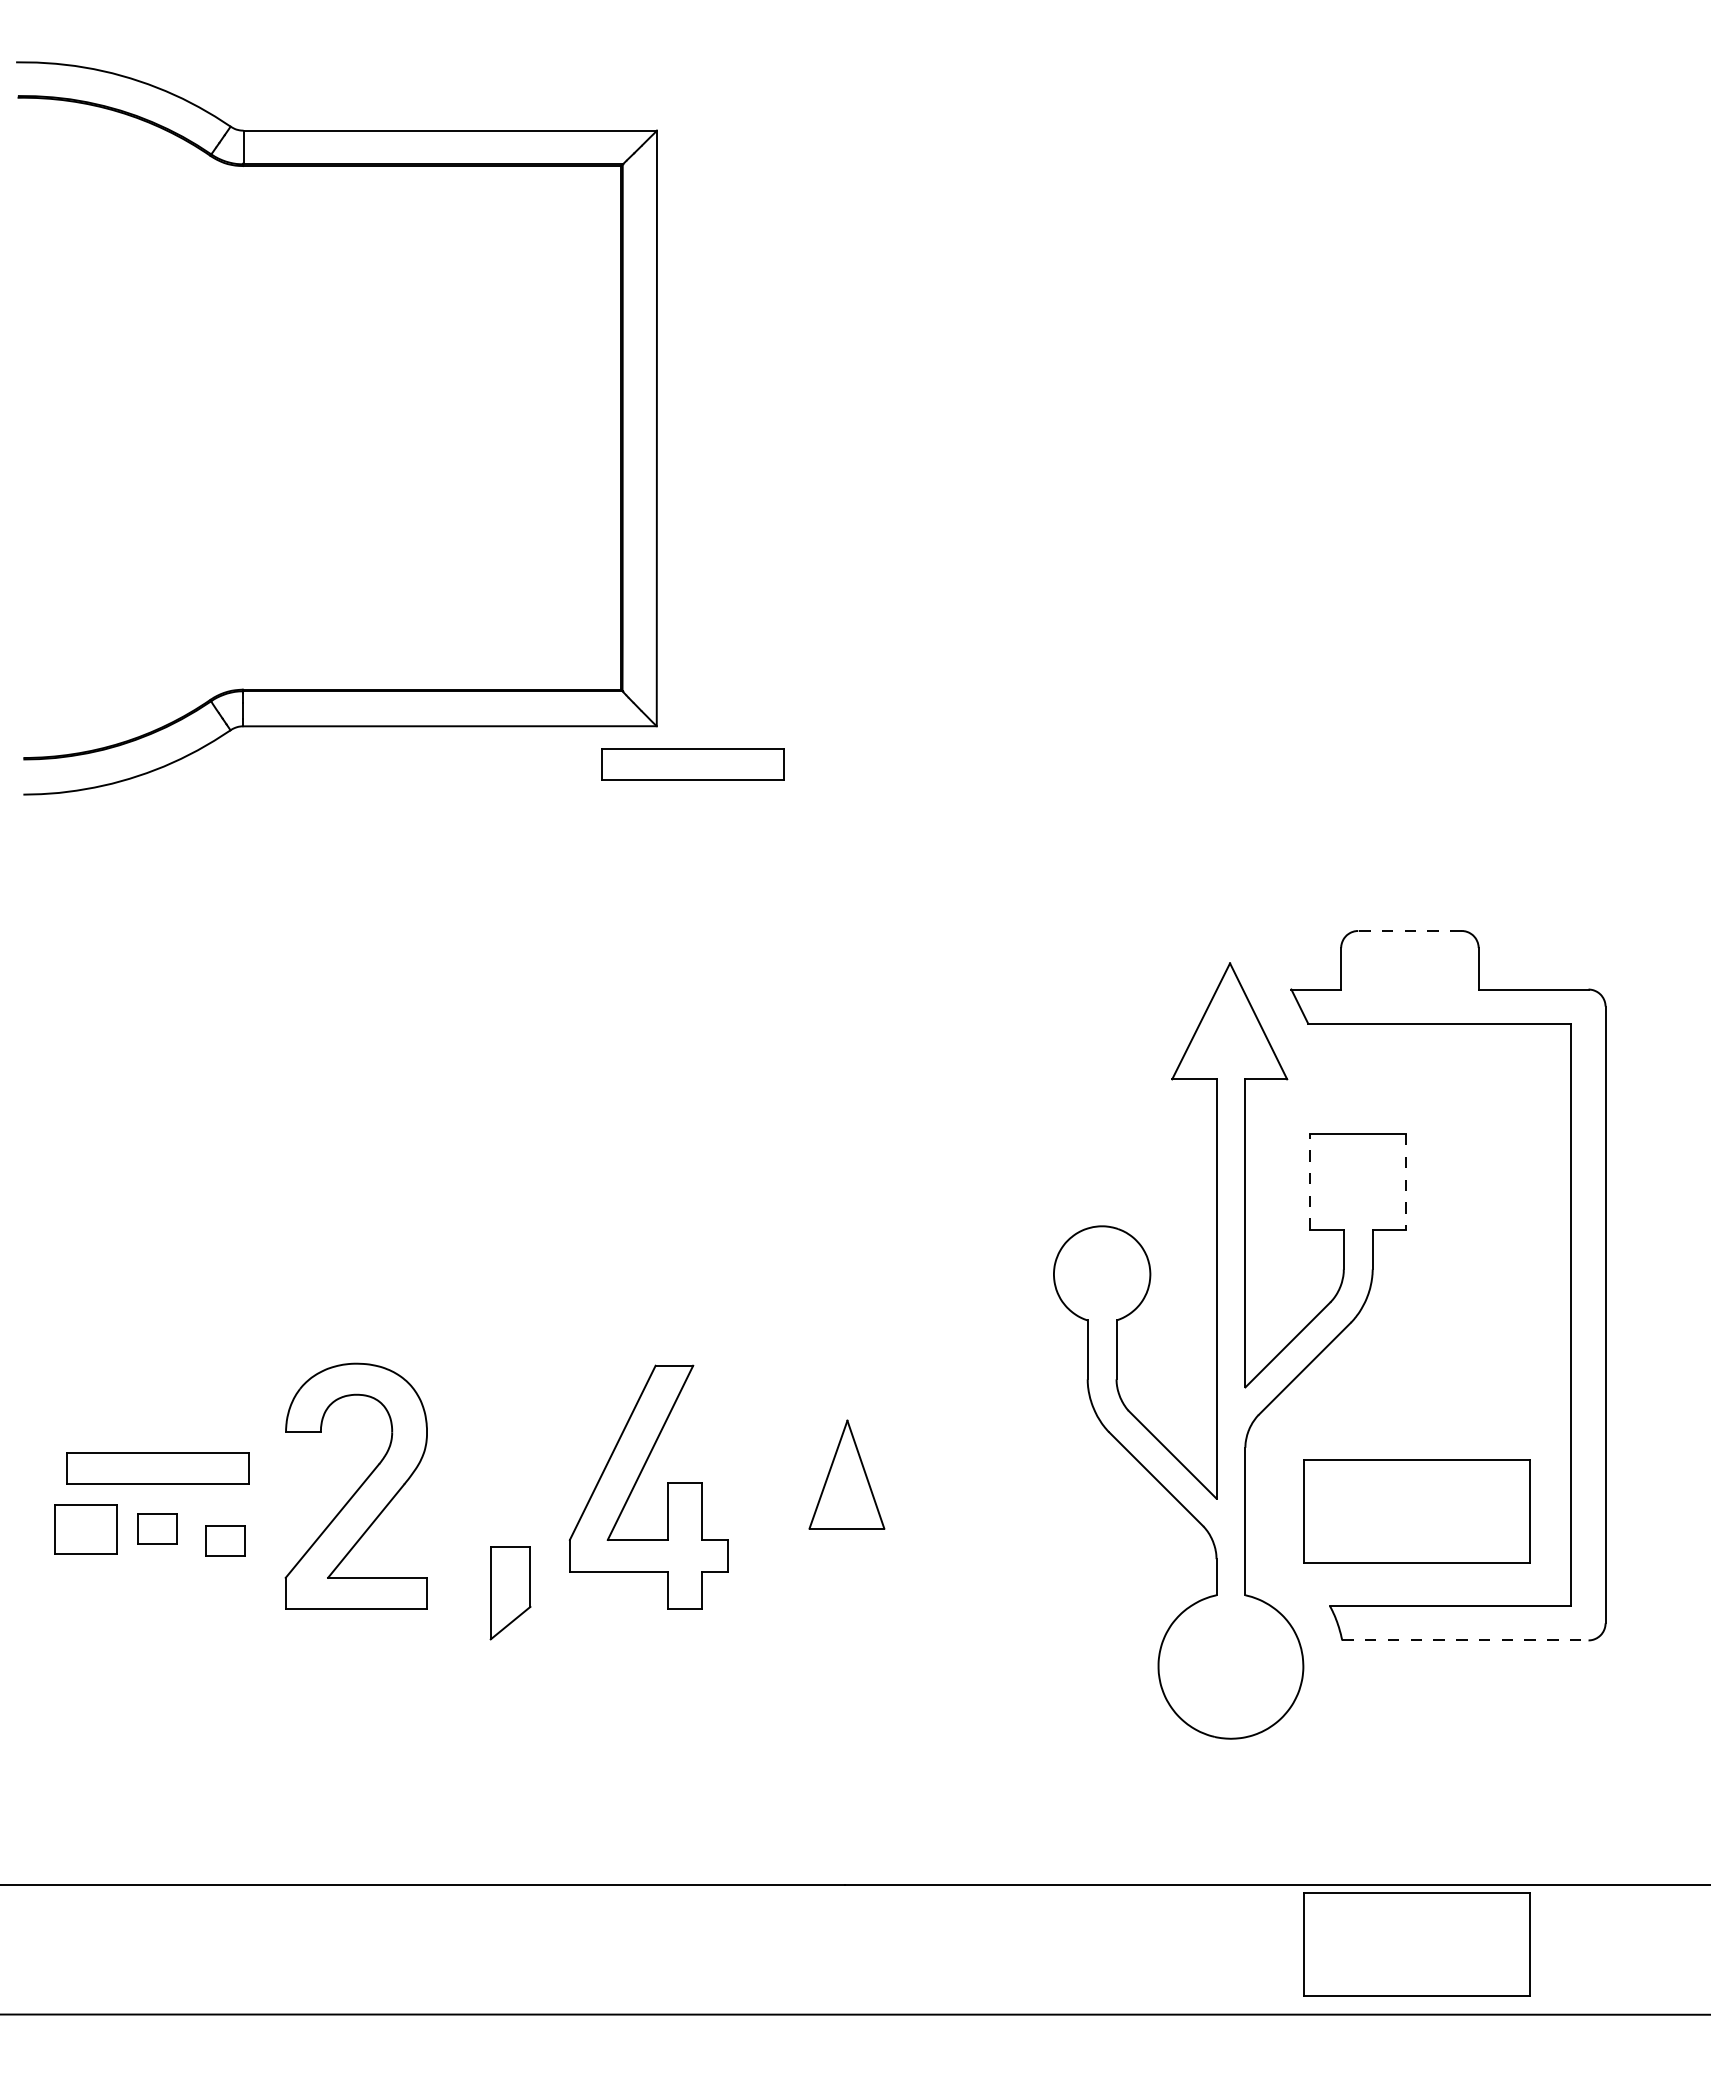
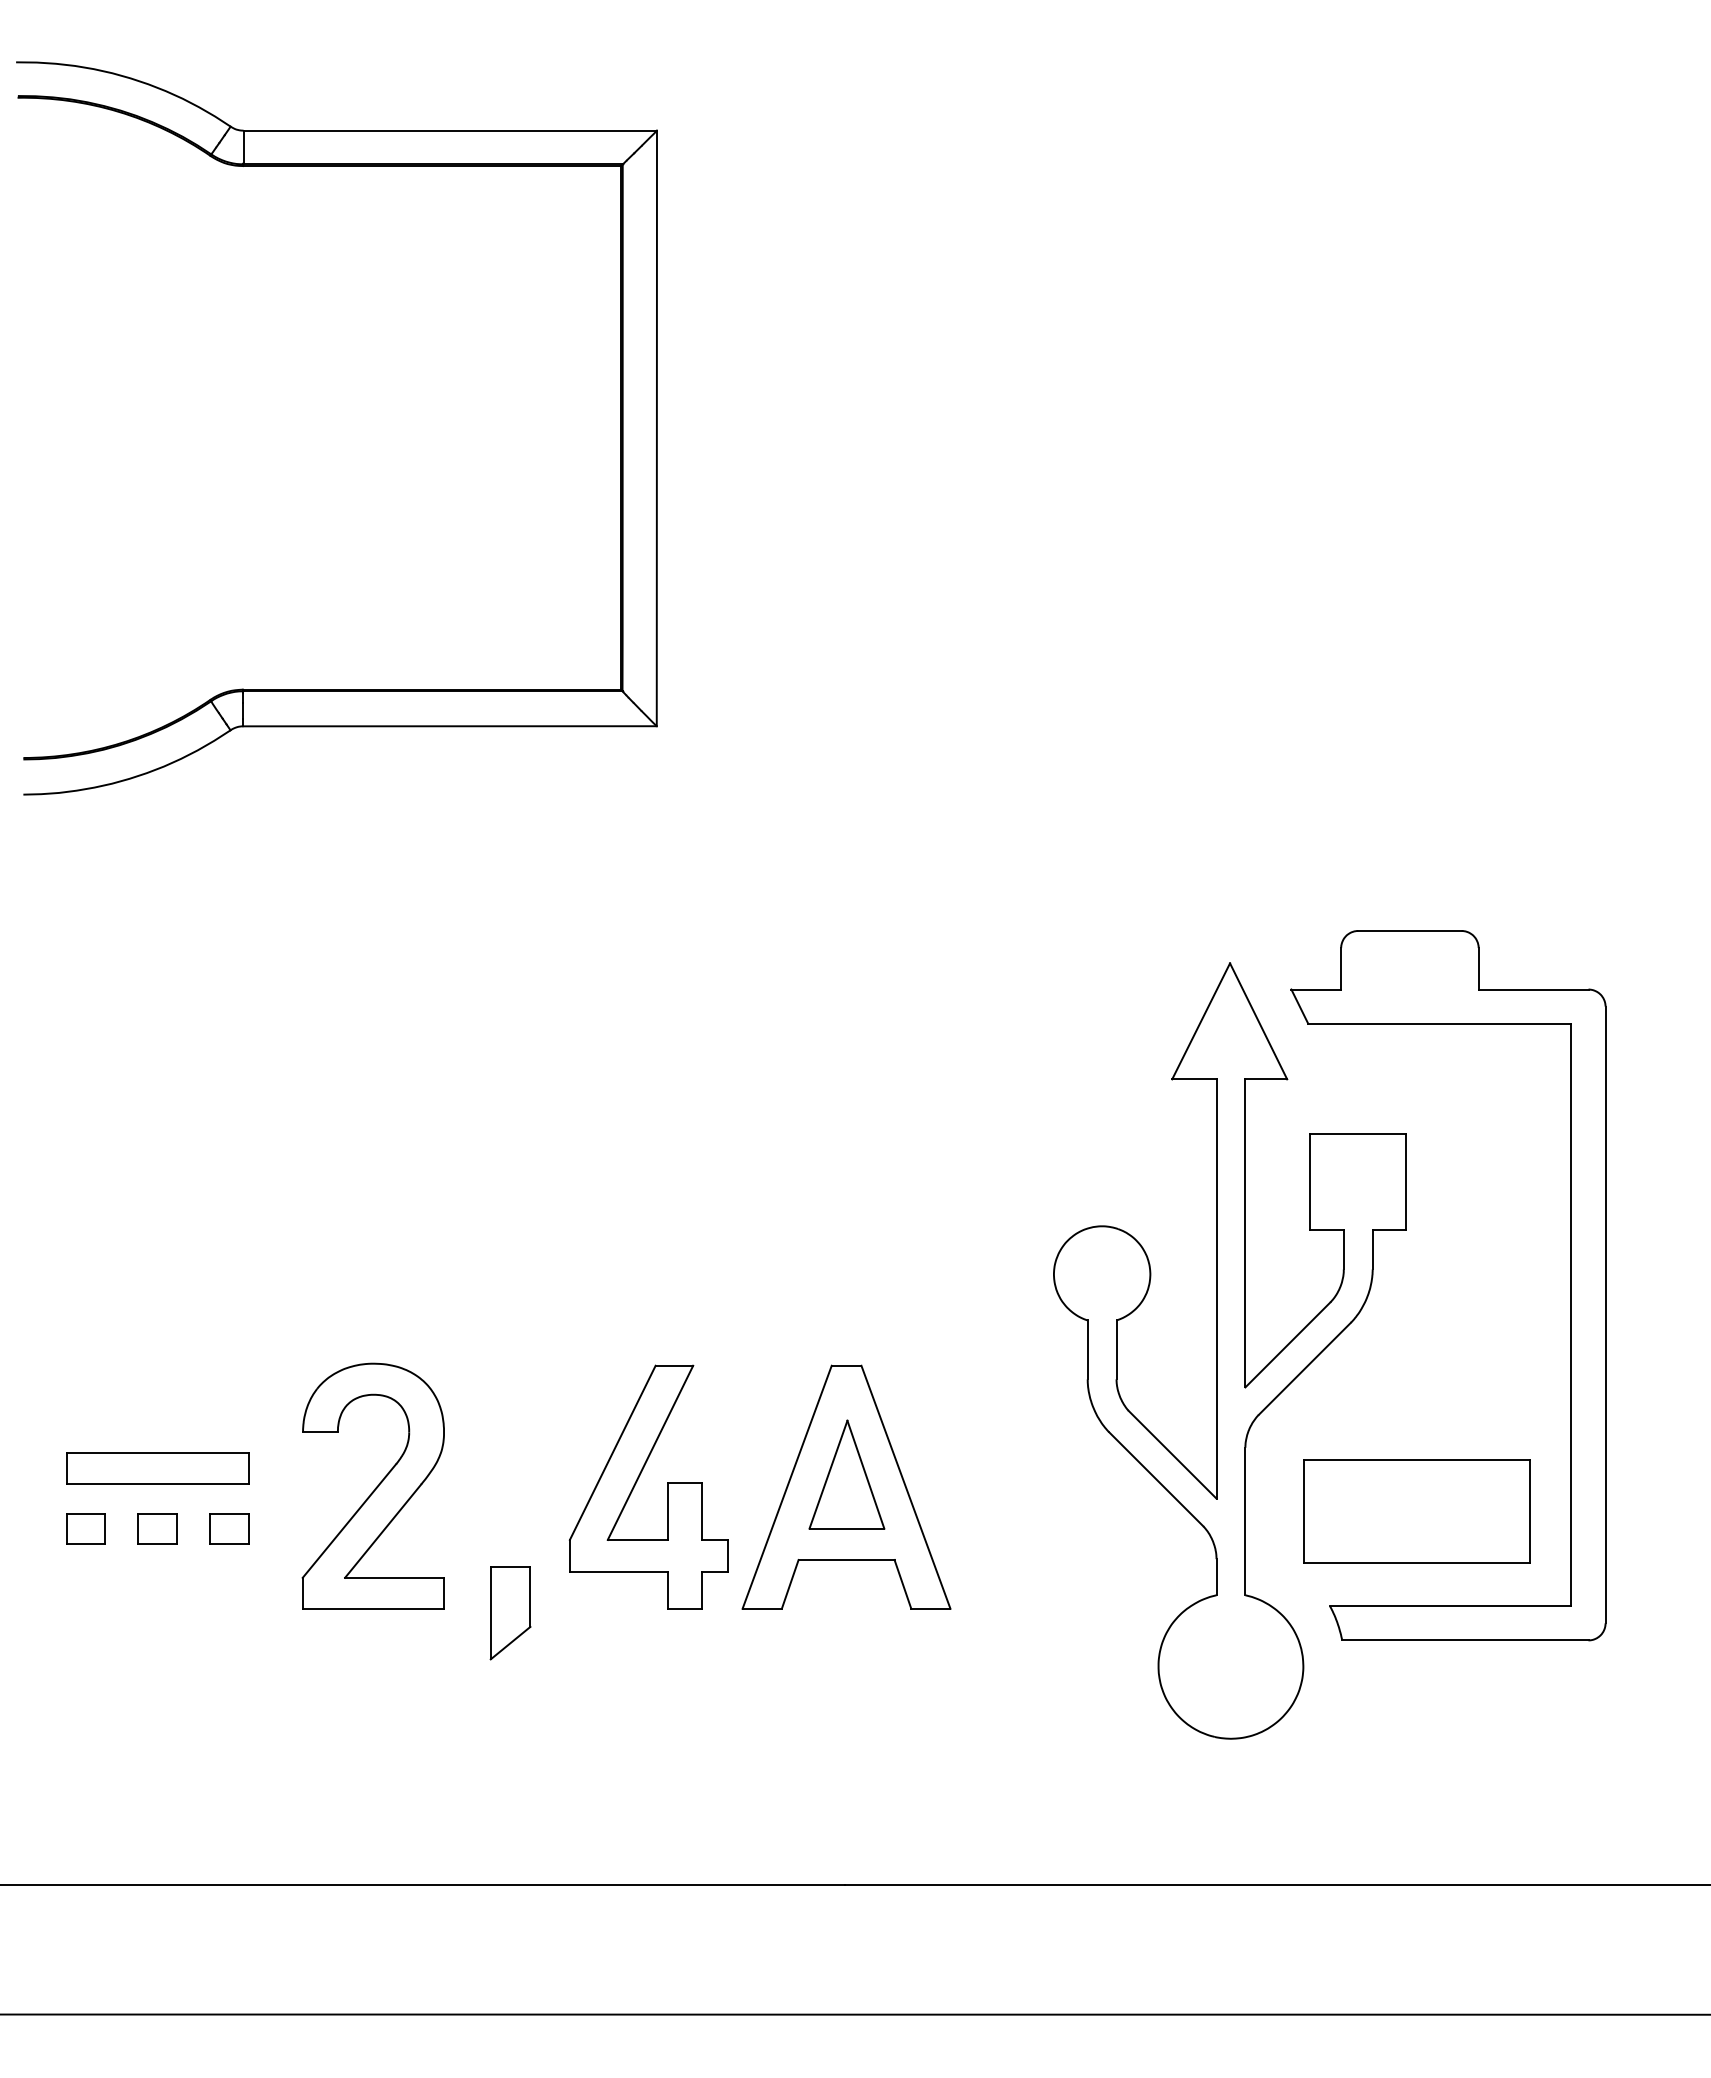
part at (692, 764): present -> none
line at (1409, 931): dashed -> solid
line at (1310, 1181): dashed -> solid
line at (1406, 1181): dashed -> solid
part at (355, 1485) position: (355, 1485) -> (372, 1485)
part at (846, 1486): none -> present
part at (85, 1529) size: 64x51 px -> 40x32 px
part at (225, 1540) position: (225, 1540) -> (229, 1528)
part at (510, 1593) position: (510, 1593) -> (510, 1613)
line at (1465, 1640): dashed -> solid
part at (1416, 1944): present -> none
